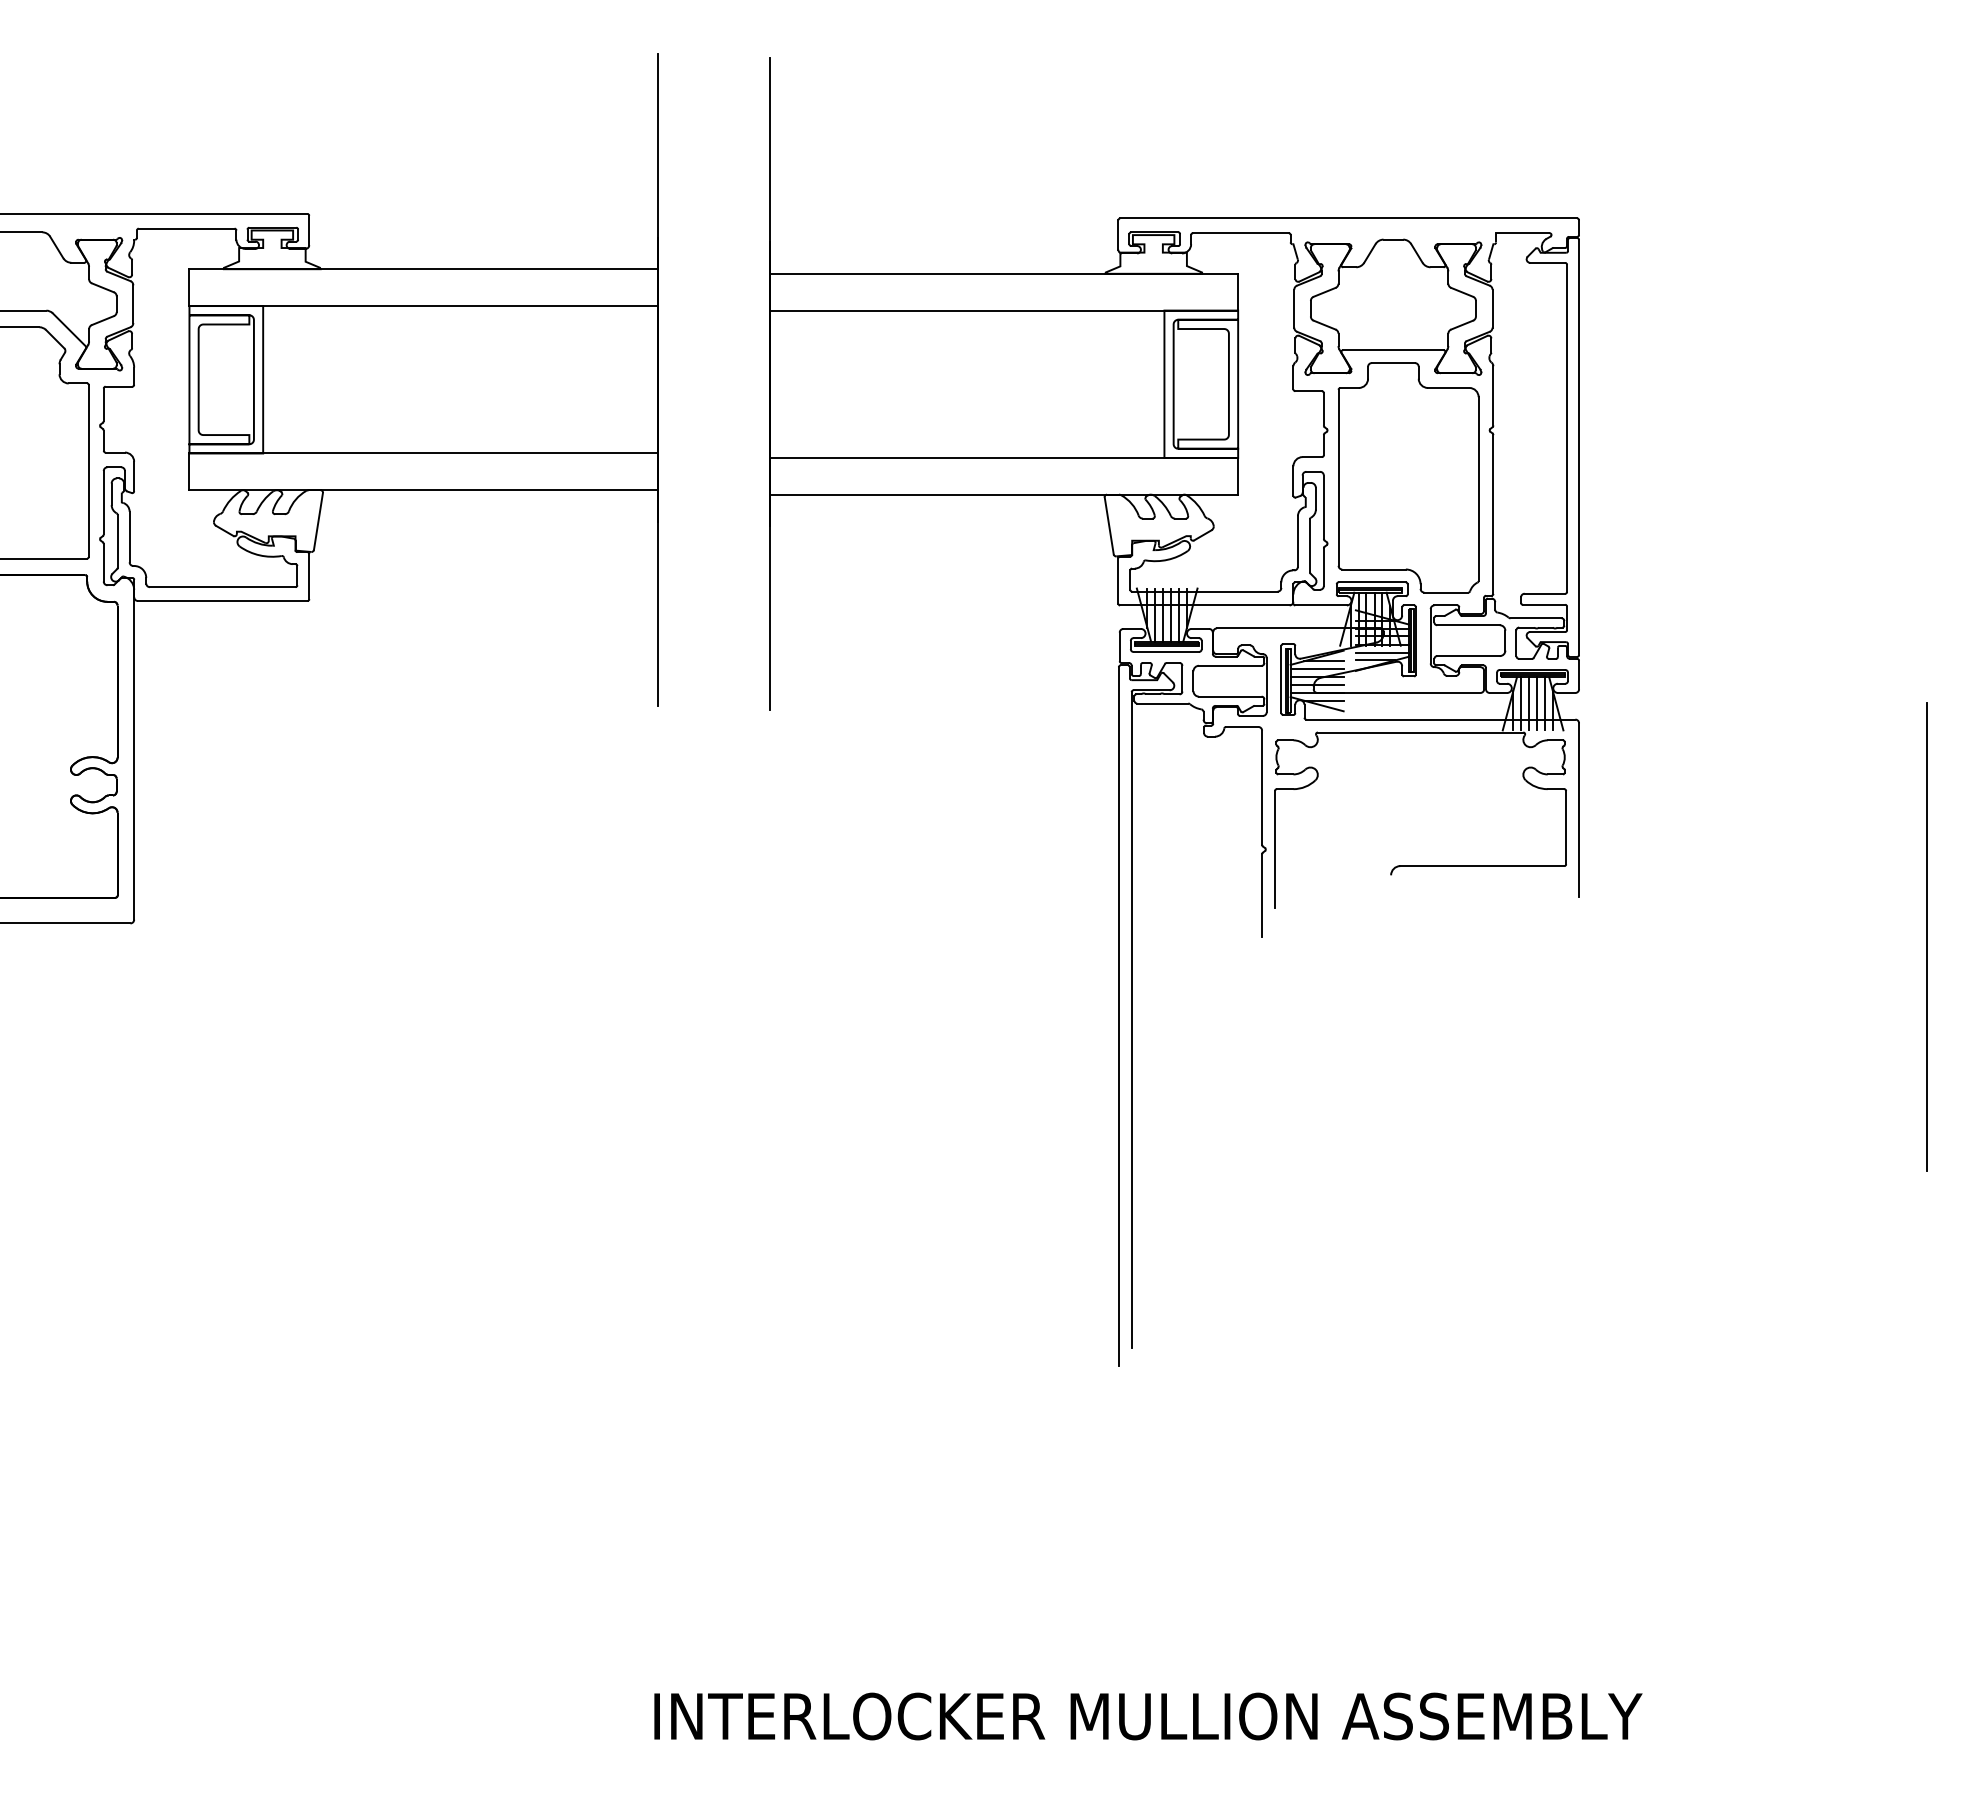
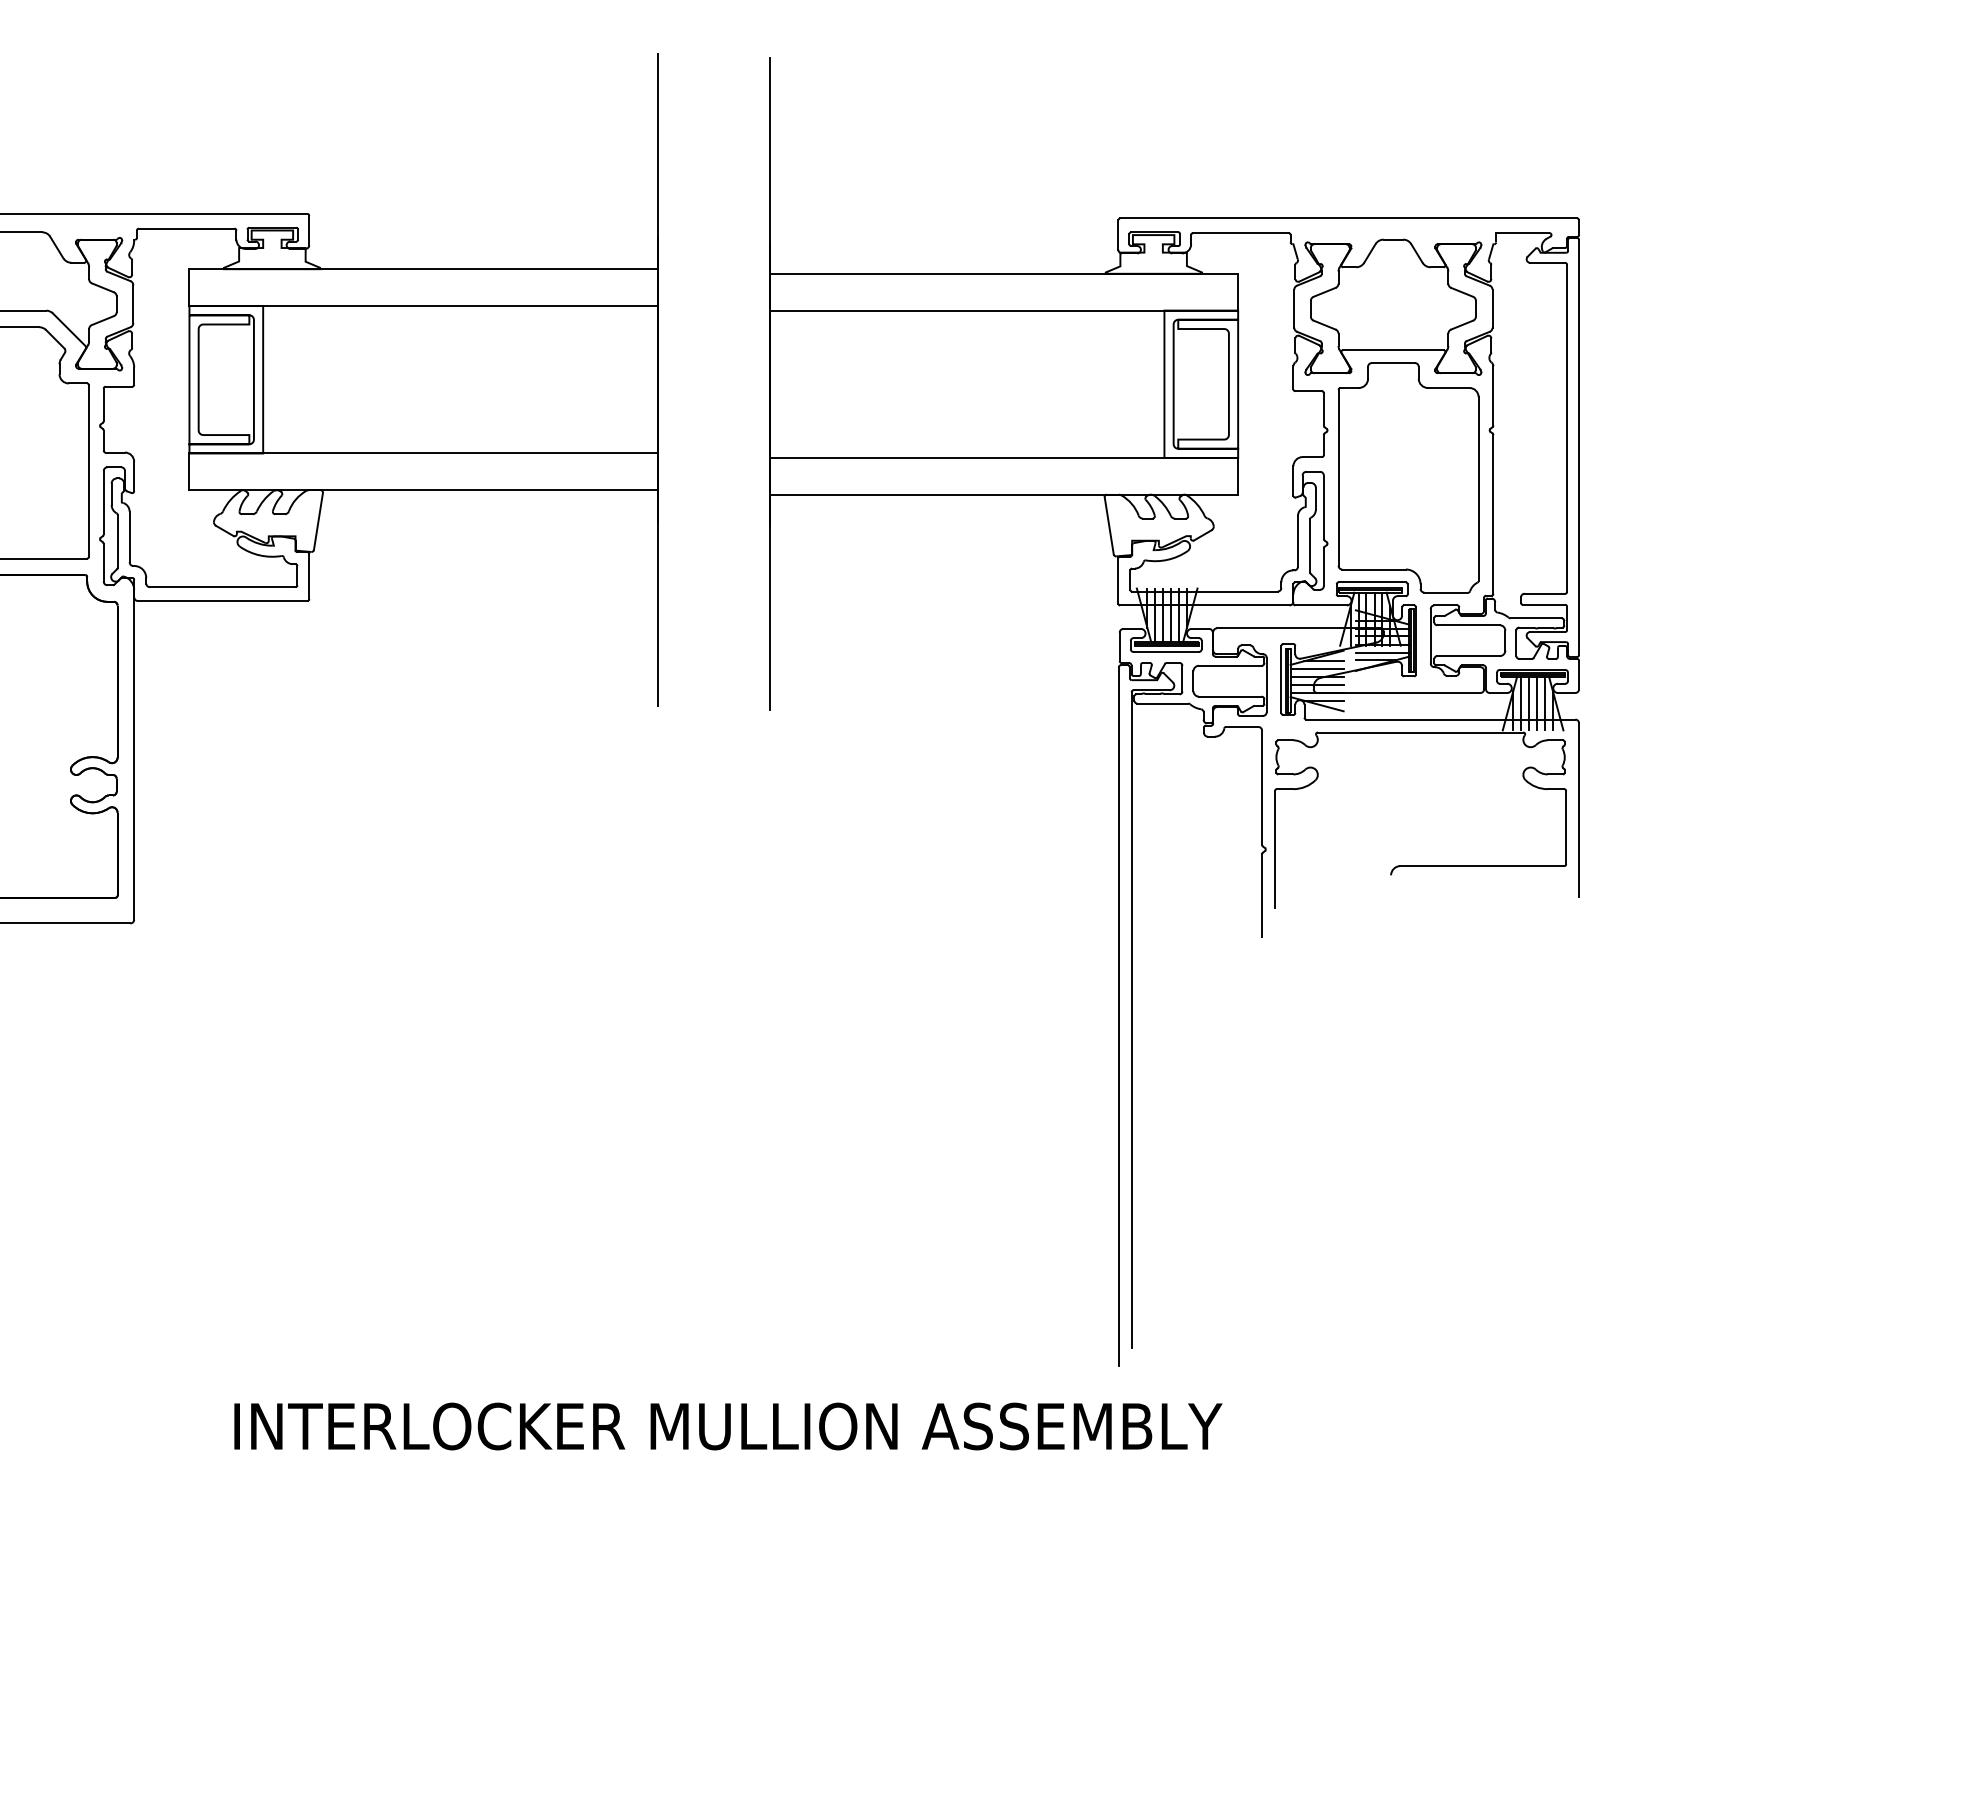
line at (1927, 937): present -> none
text at (1148, 1716) position: (1148, 1716) -> (728, 1426)
